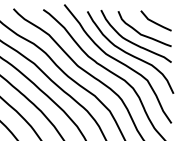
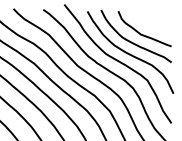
line at (154, 21): present -> none
